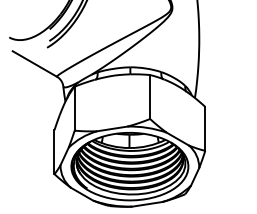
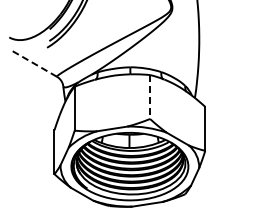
line at (34, 64): solid -> dashed
line at (150, 97): solid -> dashed
